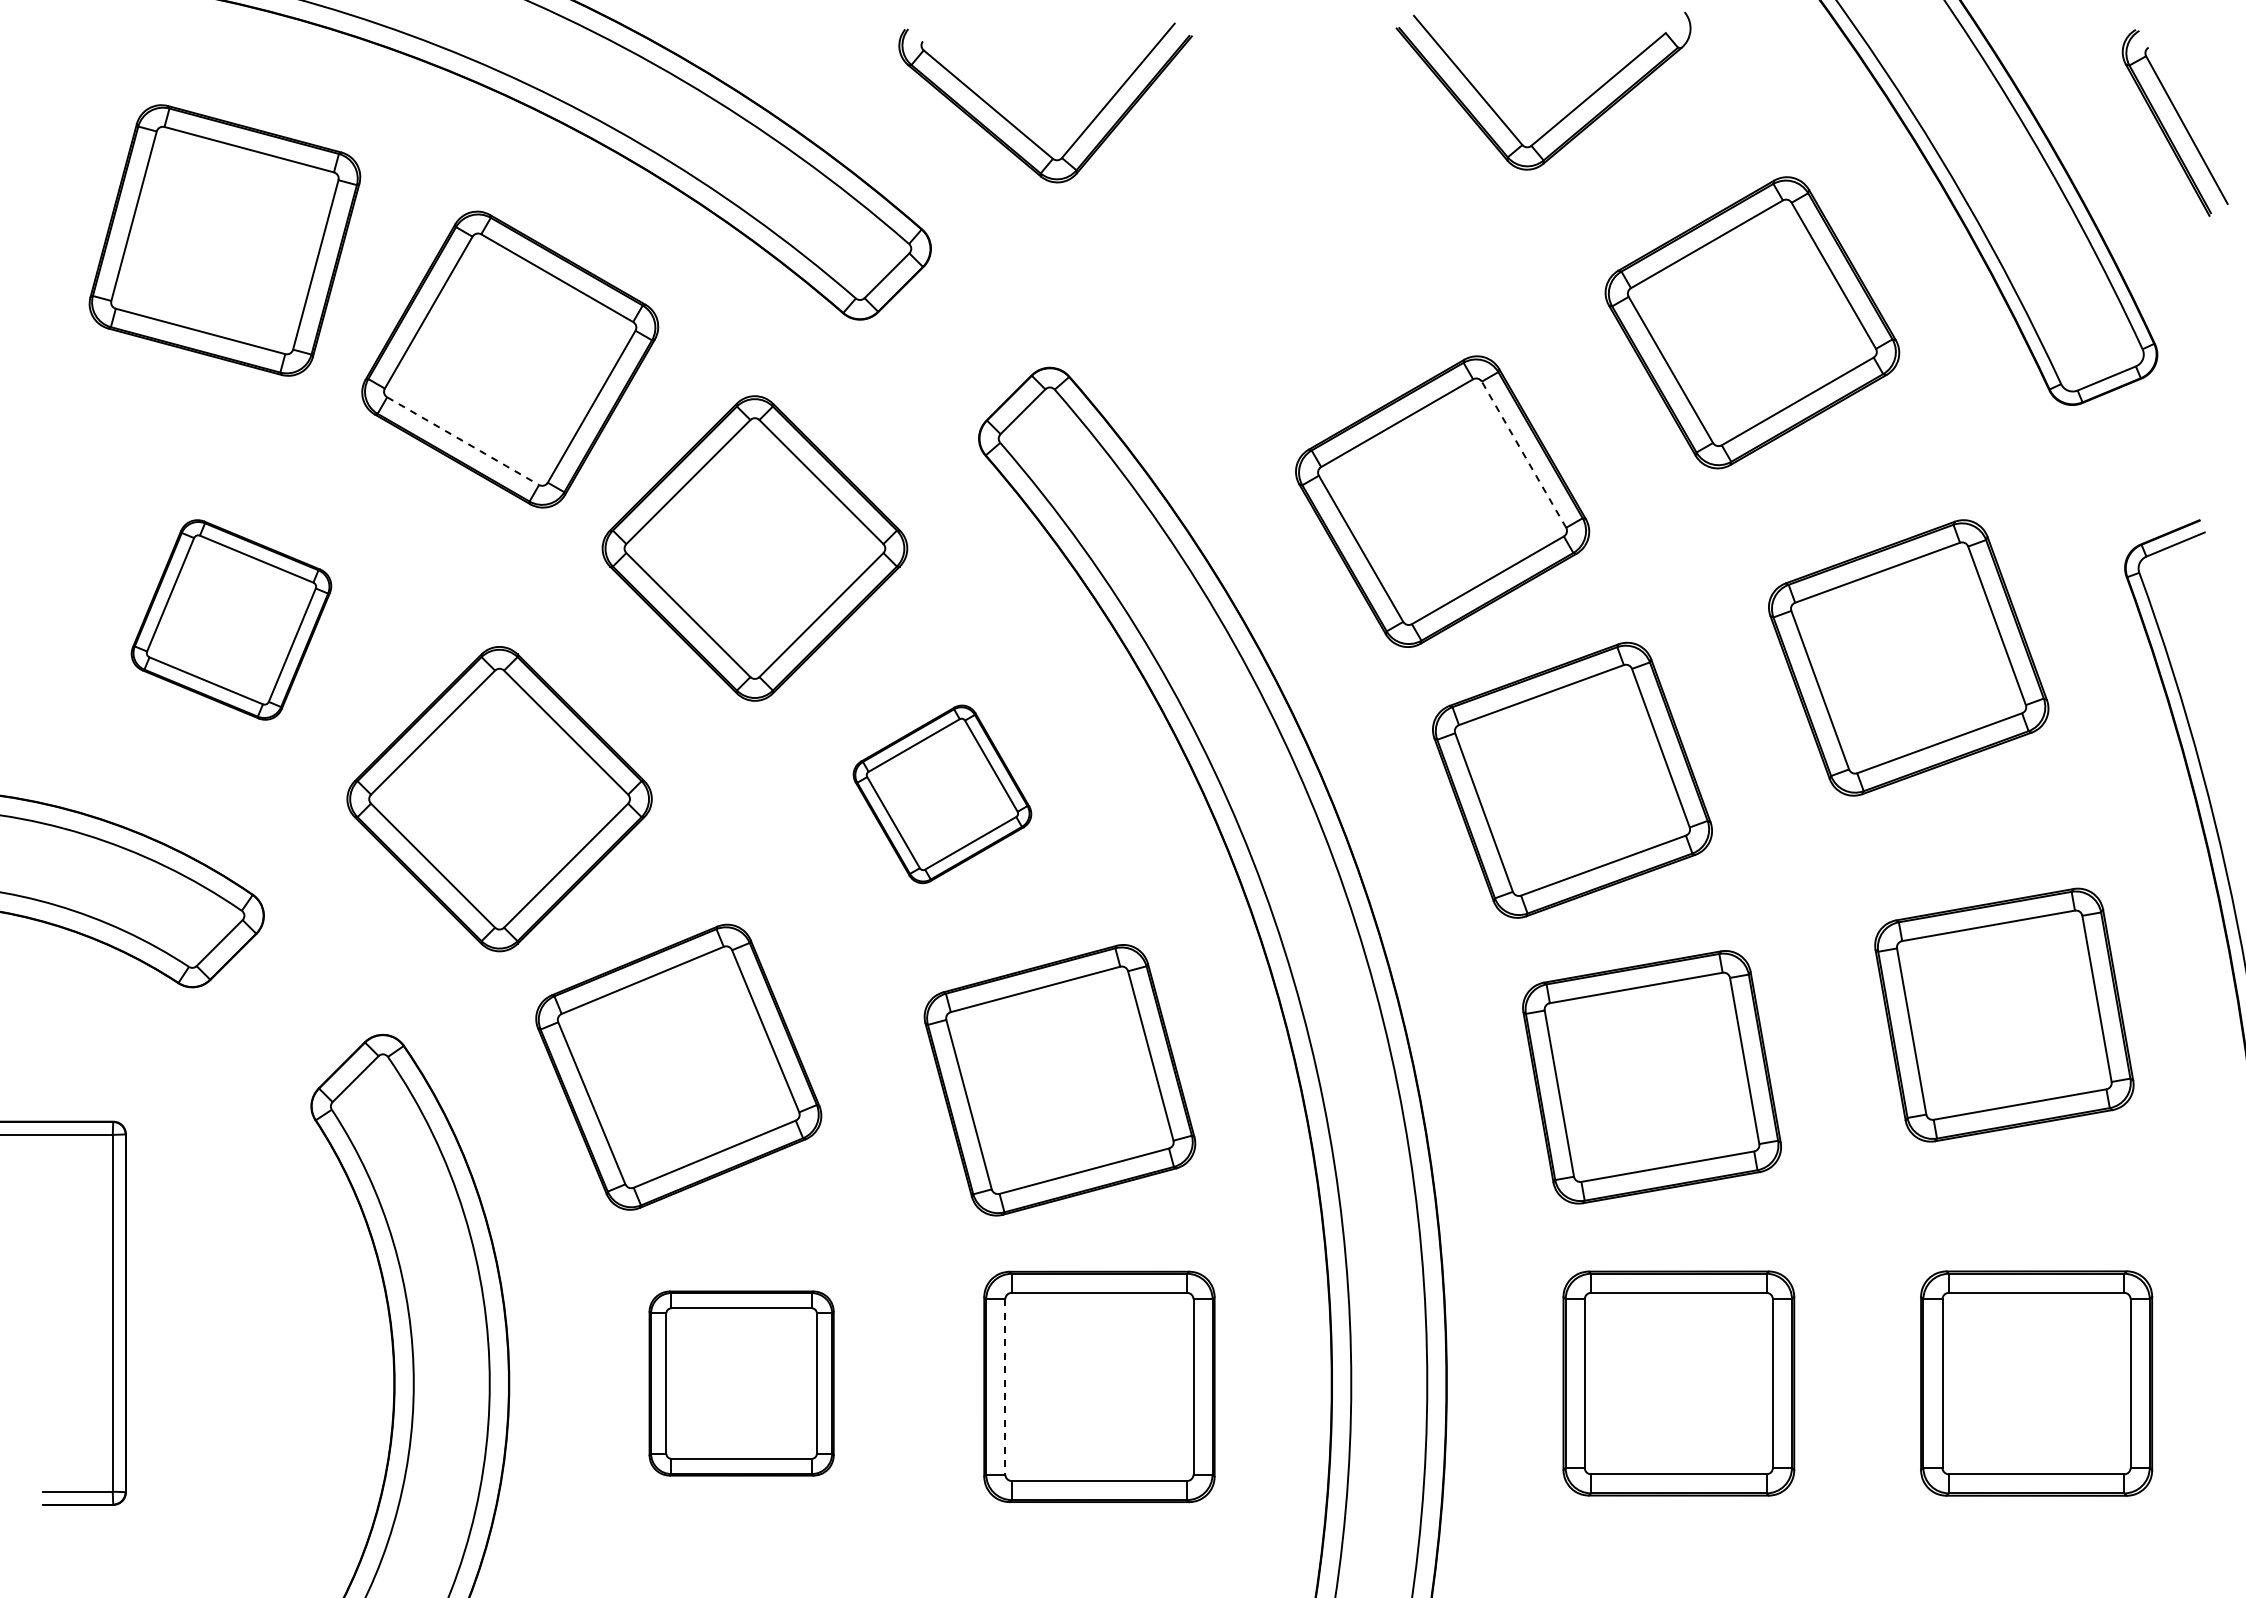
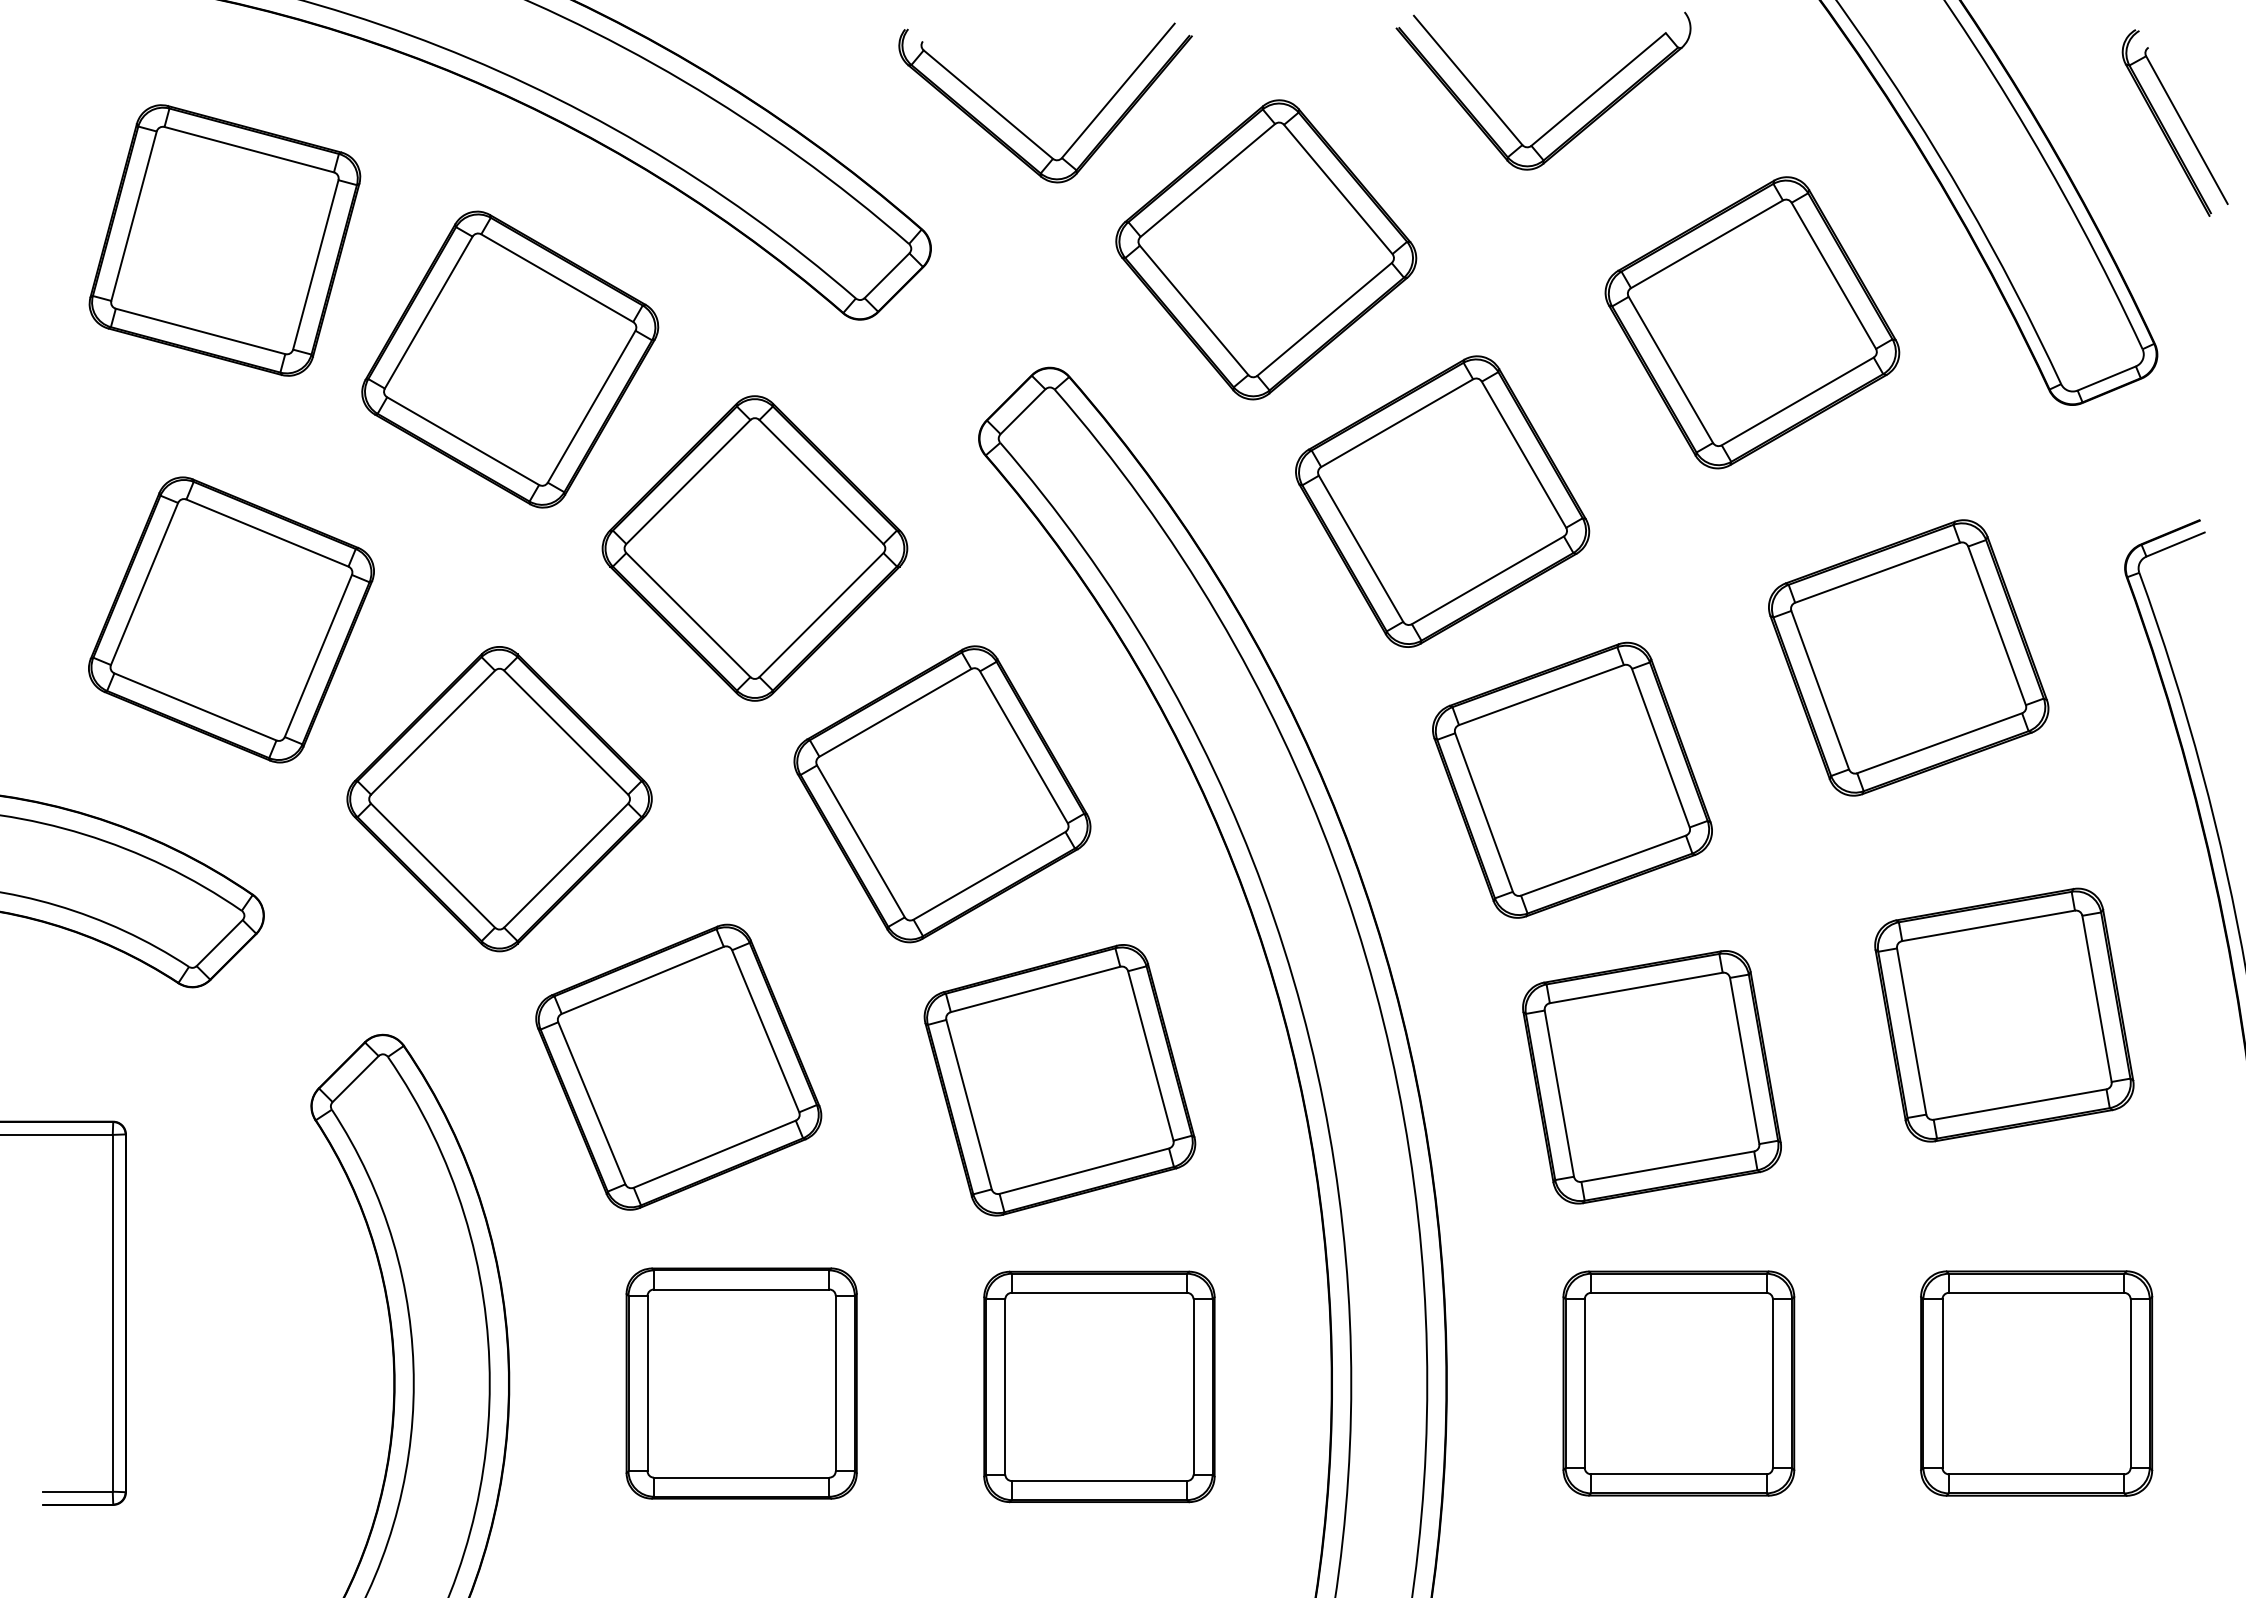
part at (1266, 249): none -> present
line at (463, 441): dashed -> solid
line at (1523, 454): dashed -> solid
part at (231, 619) size: 203x202 px -> 287x288 px
part at (942, 794) size: 181x181 px -> 299x299 px
part at (741, 1383) size: 187x187 px -> 233x233 px
line at (1005, 1386): dashed -> solid
